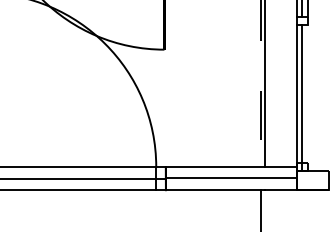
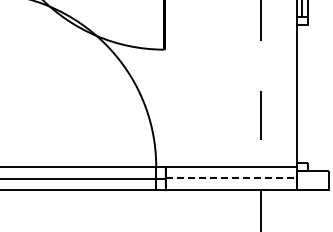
line at (264, 84): present -> none
line at (302, 97): present -> none
line at (231, 177): solid -> dashed
